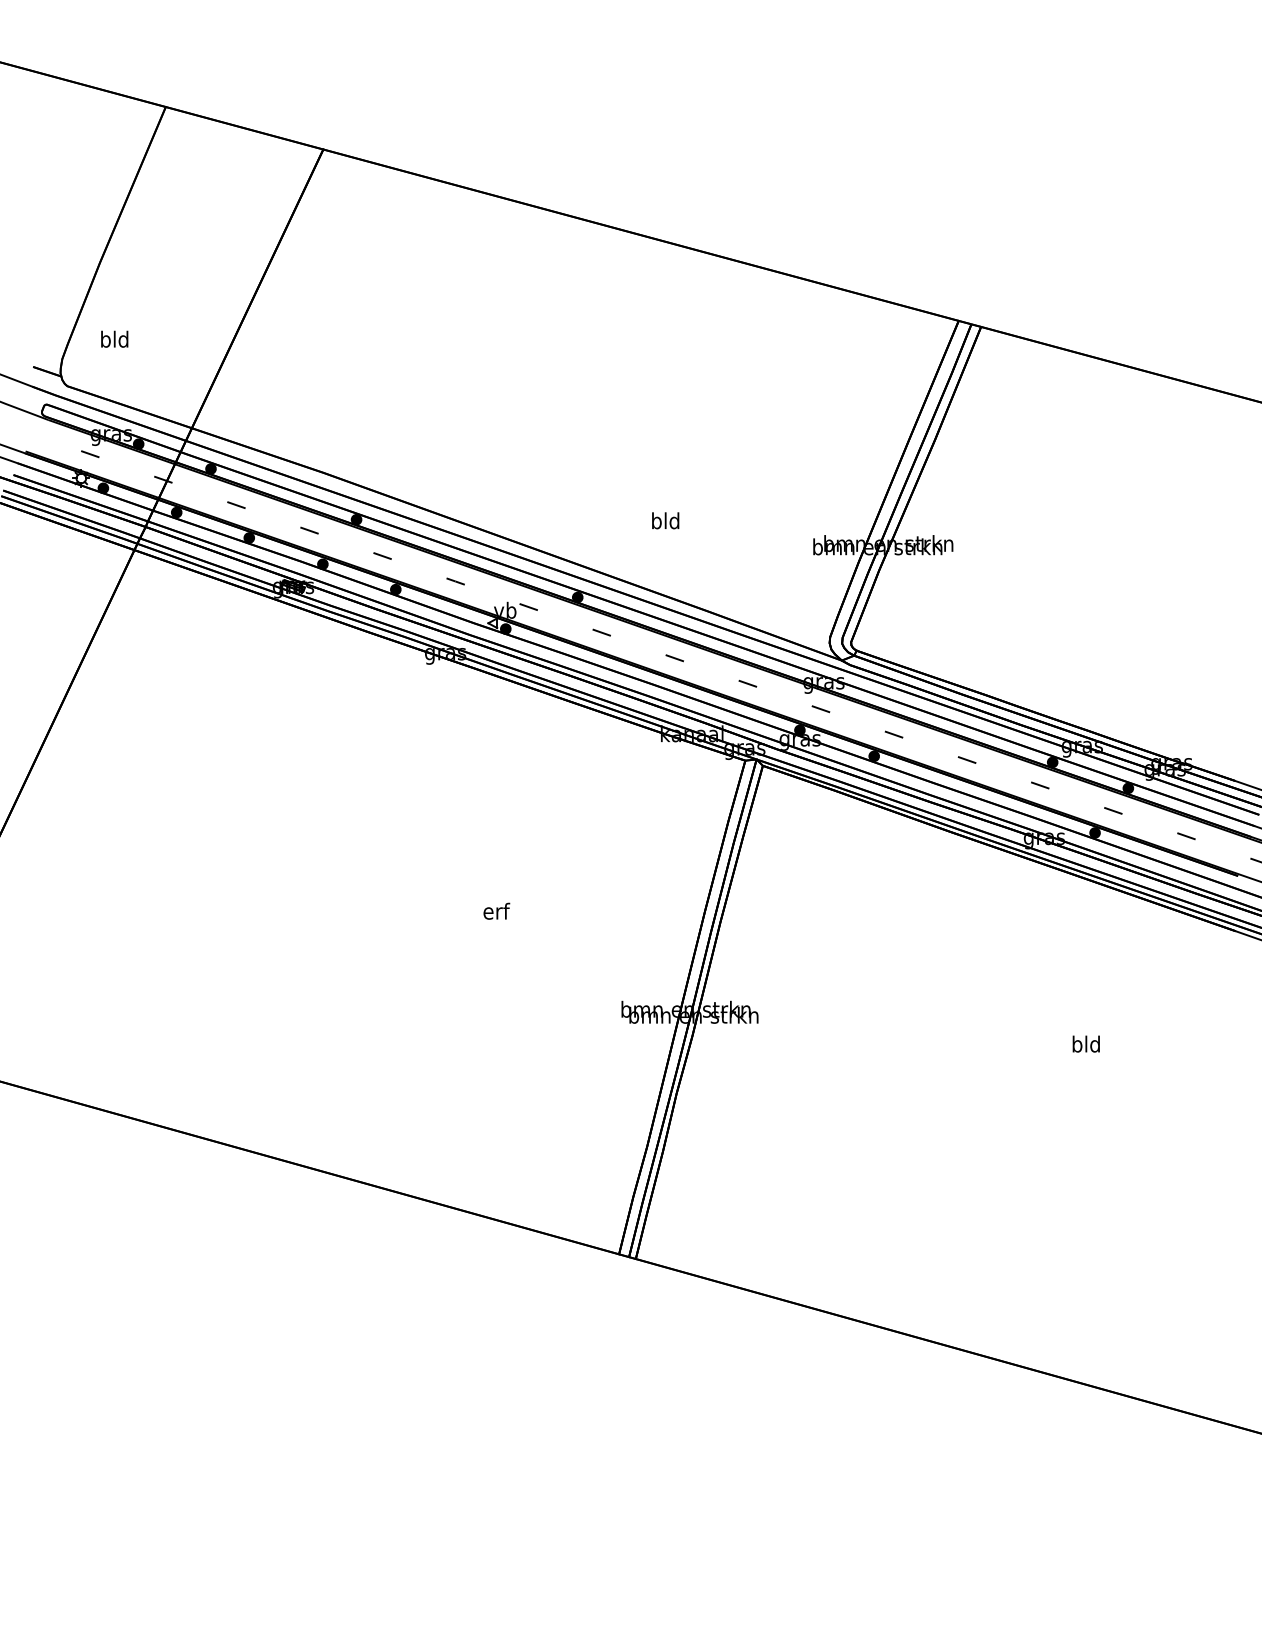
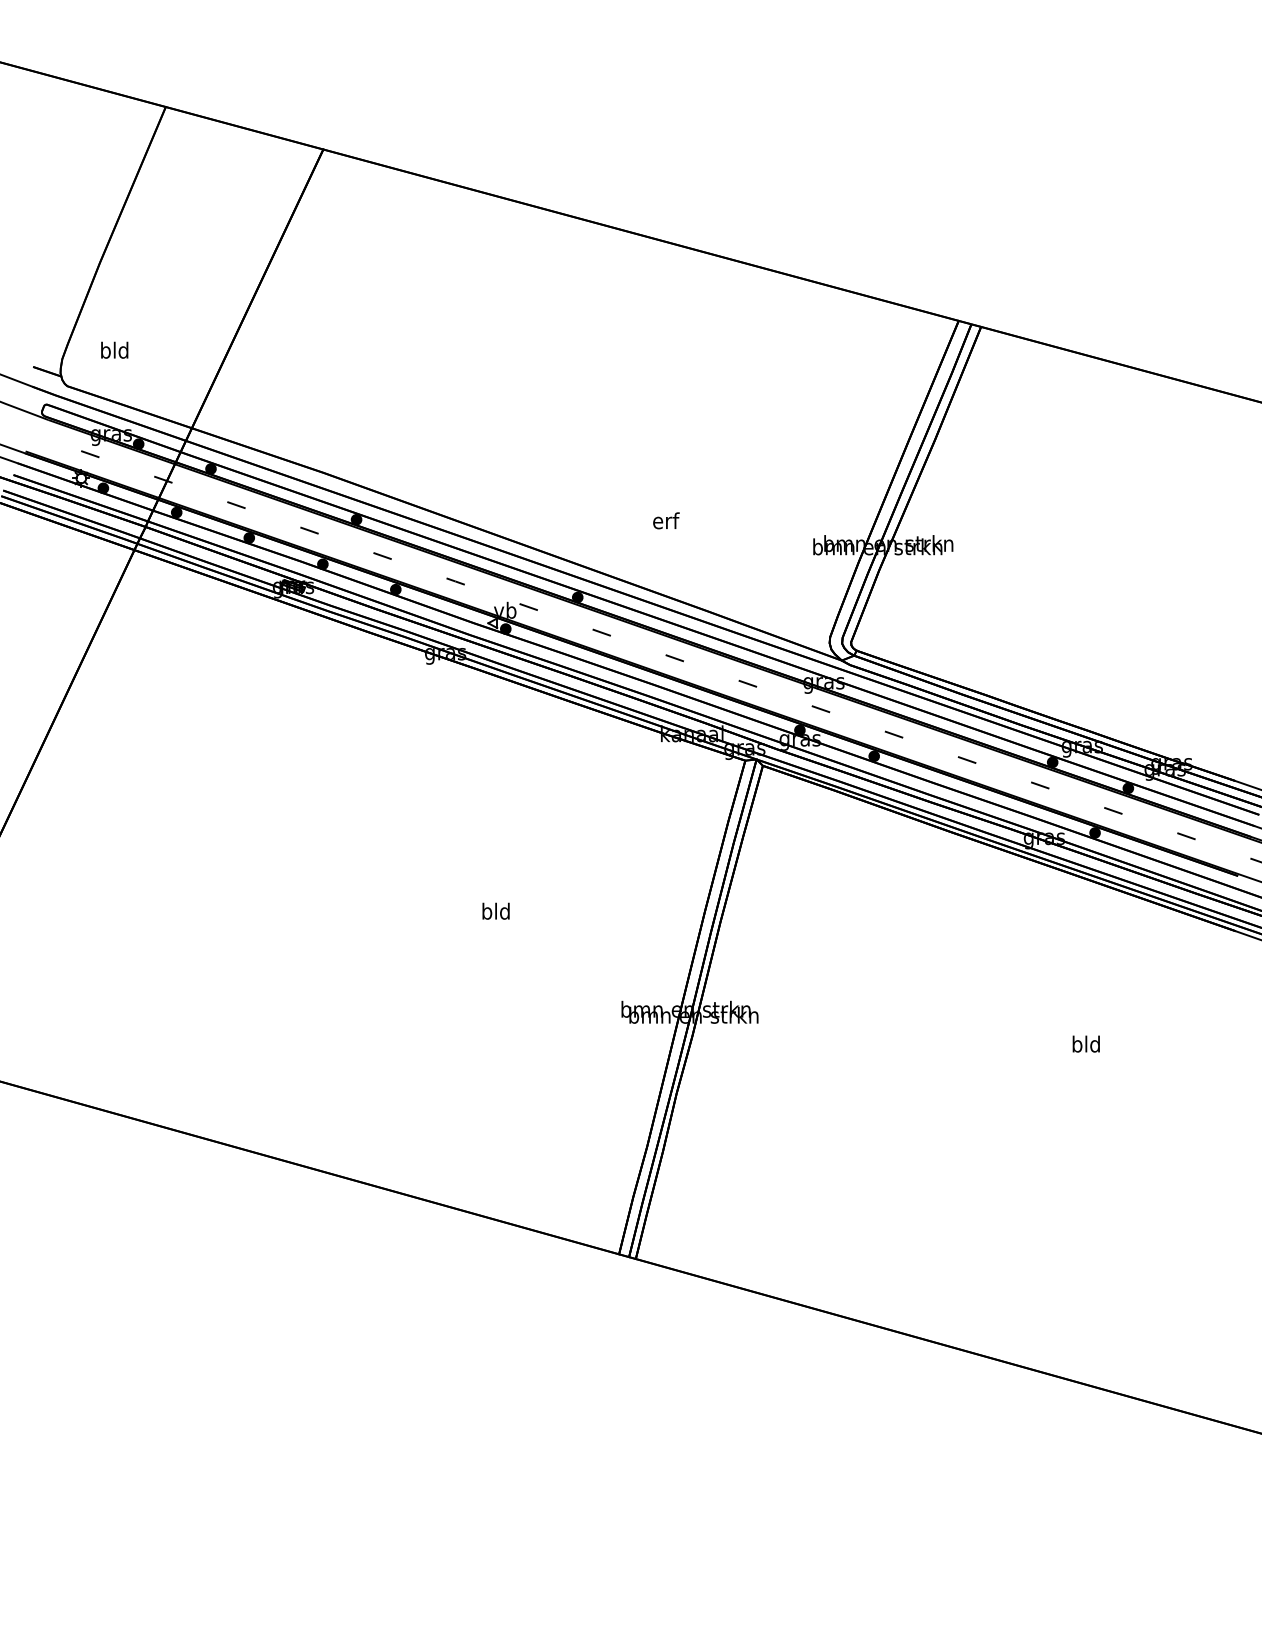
text at (114, 338) position: (114, 338) -> (114, 349)
text at (665, 520): bld -> erf
text at (496, 910): erf -> bld
